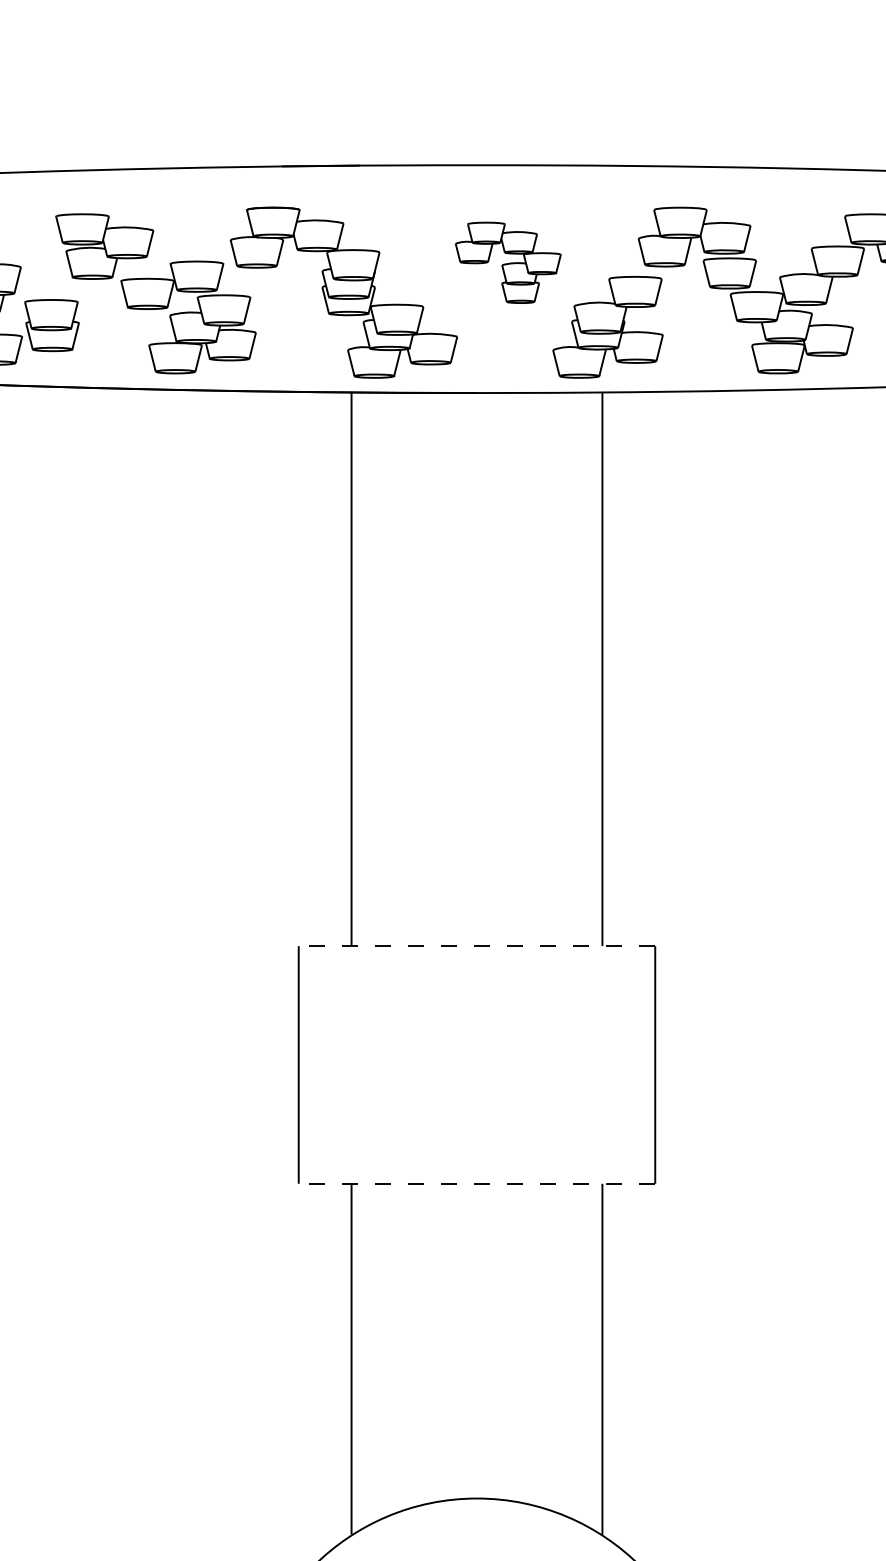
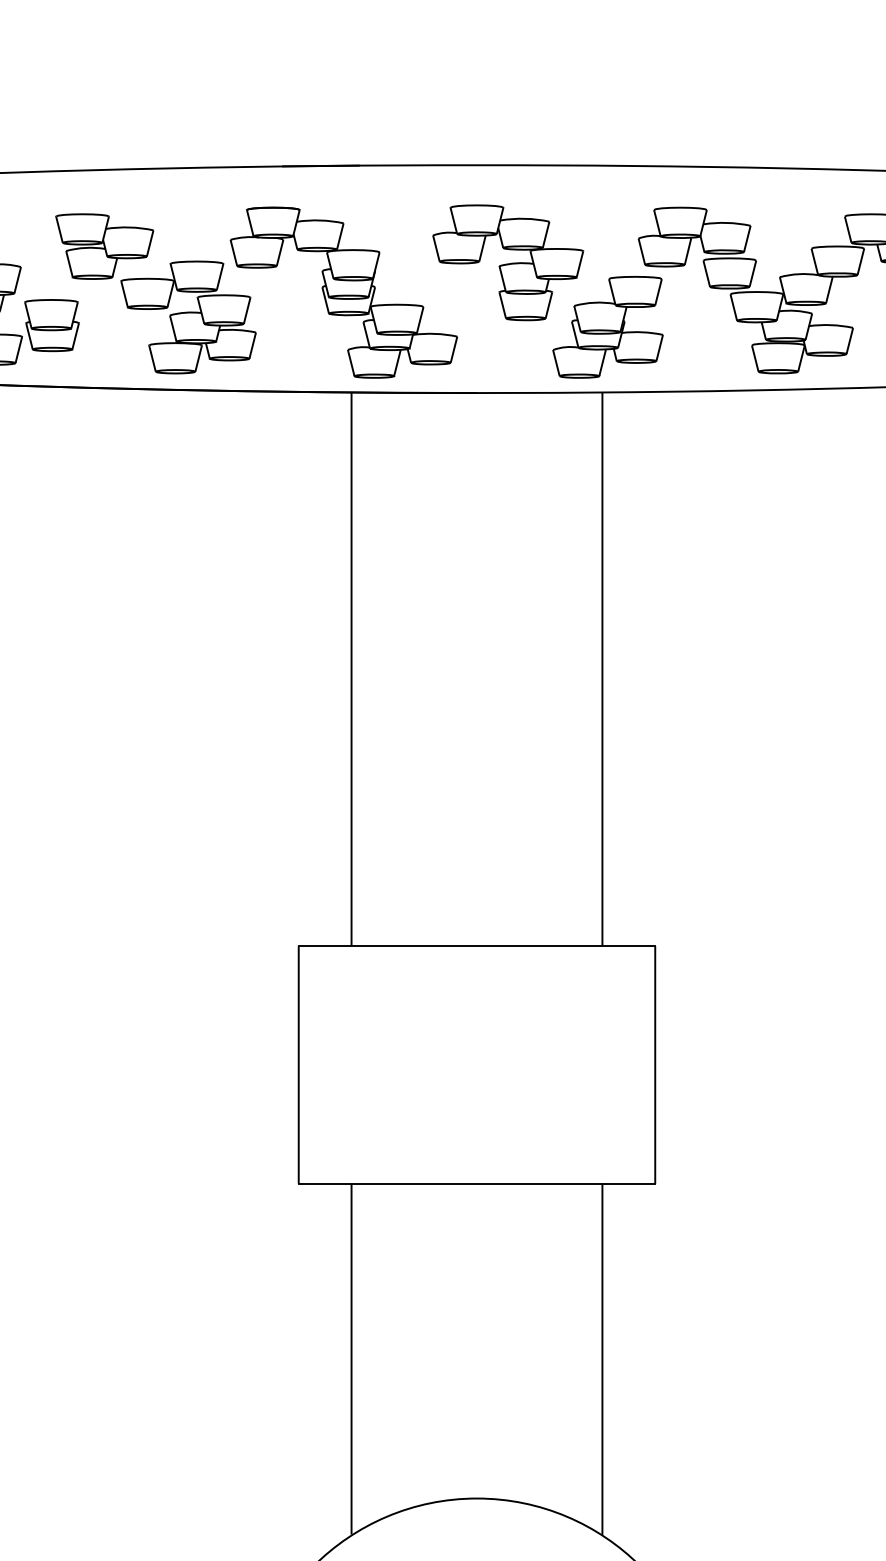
part at (508, 262) size: 107x83 px -> 153x118 px
line at (476, 946): dashed -> solid
line at (476, 1183): dashed -> solid
